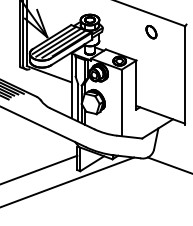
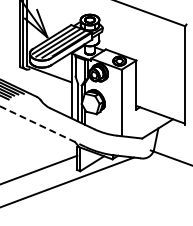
part at (151, 32): present -> none
line at (42, 126): solid -> dashed
line at (168, 164) position: (168, 164) -> (169, 157)
